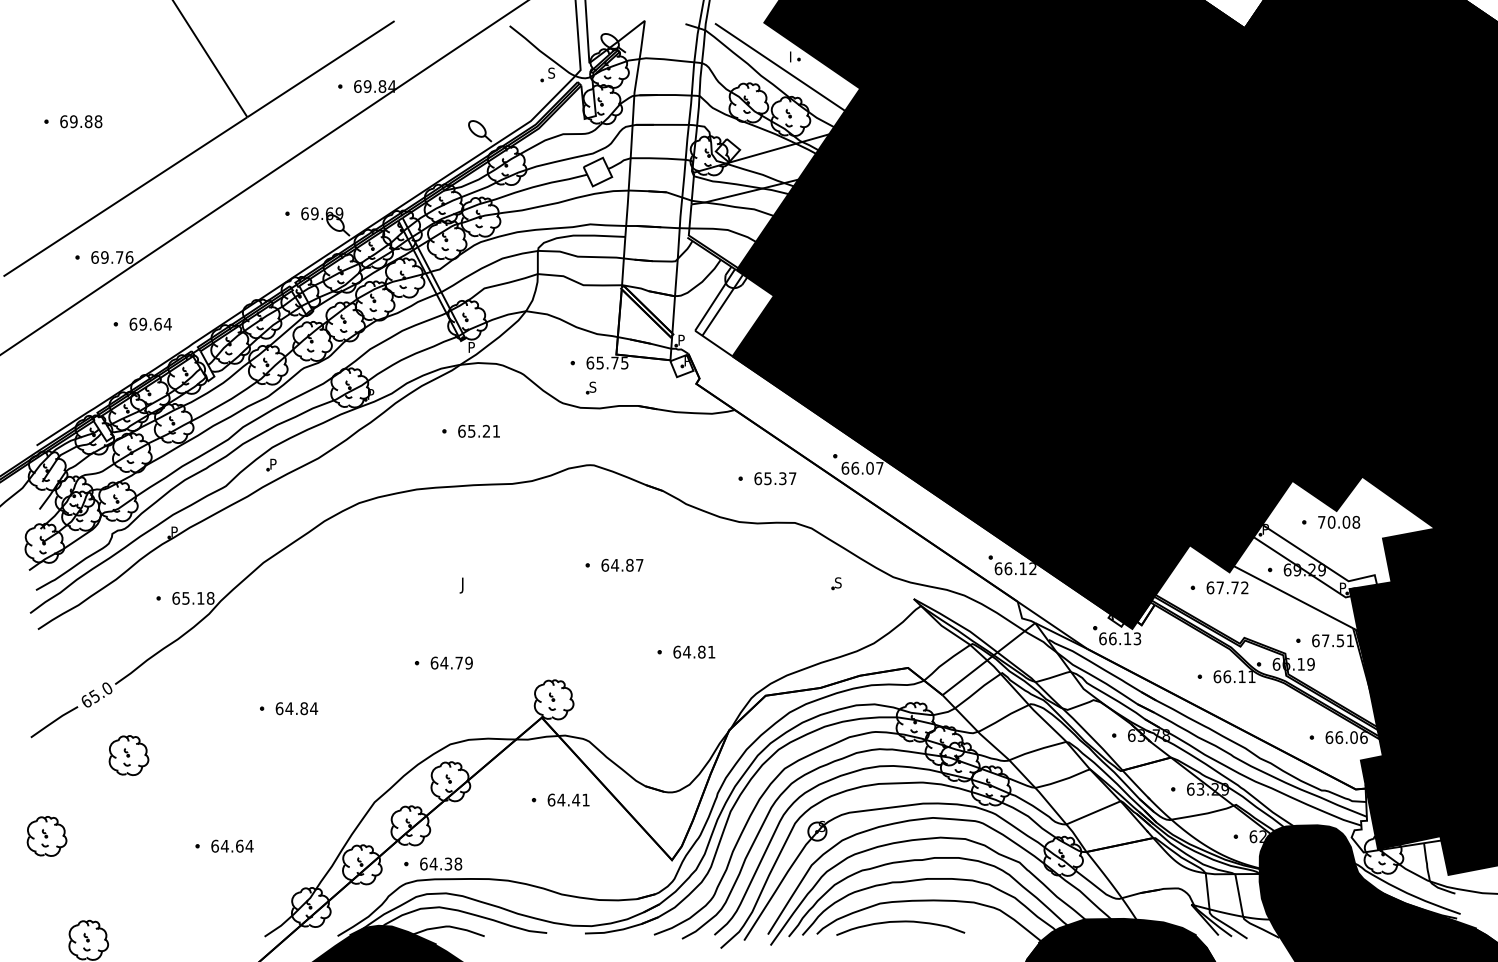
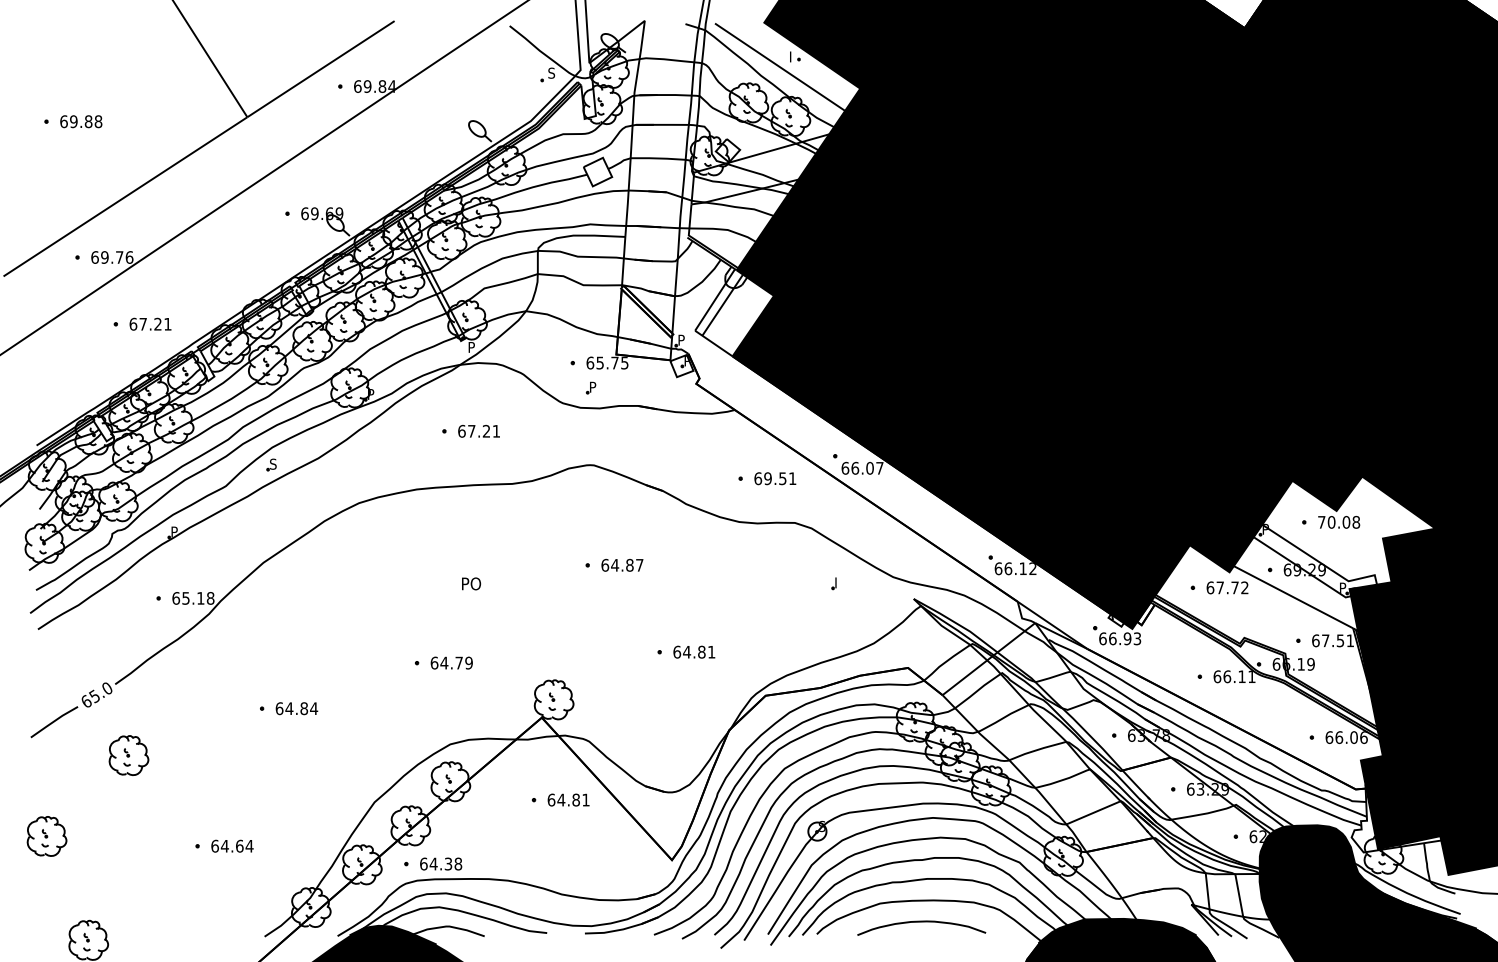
text at (155, 323): 69.64 -> 67.21
text at (592, 386): S -> P
text at (471, 431): 65.21 -> 67.21
text at (273, 463): P -> S
text at (780, 478): 65.37 -> 69.51
text at (838, 582): S -> I
text at (470, 585): J -> PO
text at (1127, 638): 66.13 -> 66.93
text at (576, 799): 64.41 -> 64.81
curve at (900, 922) position: (900, 922) -> (921, 922)
